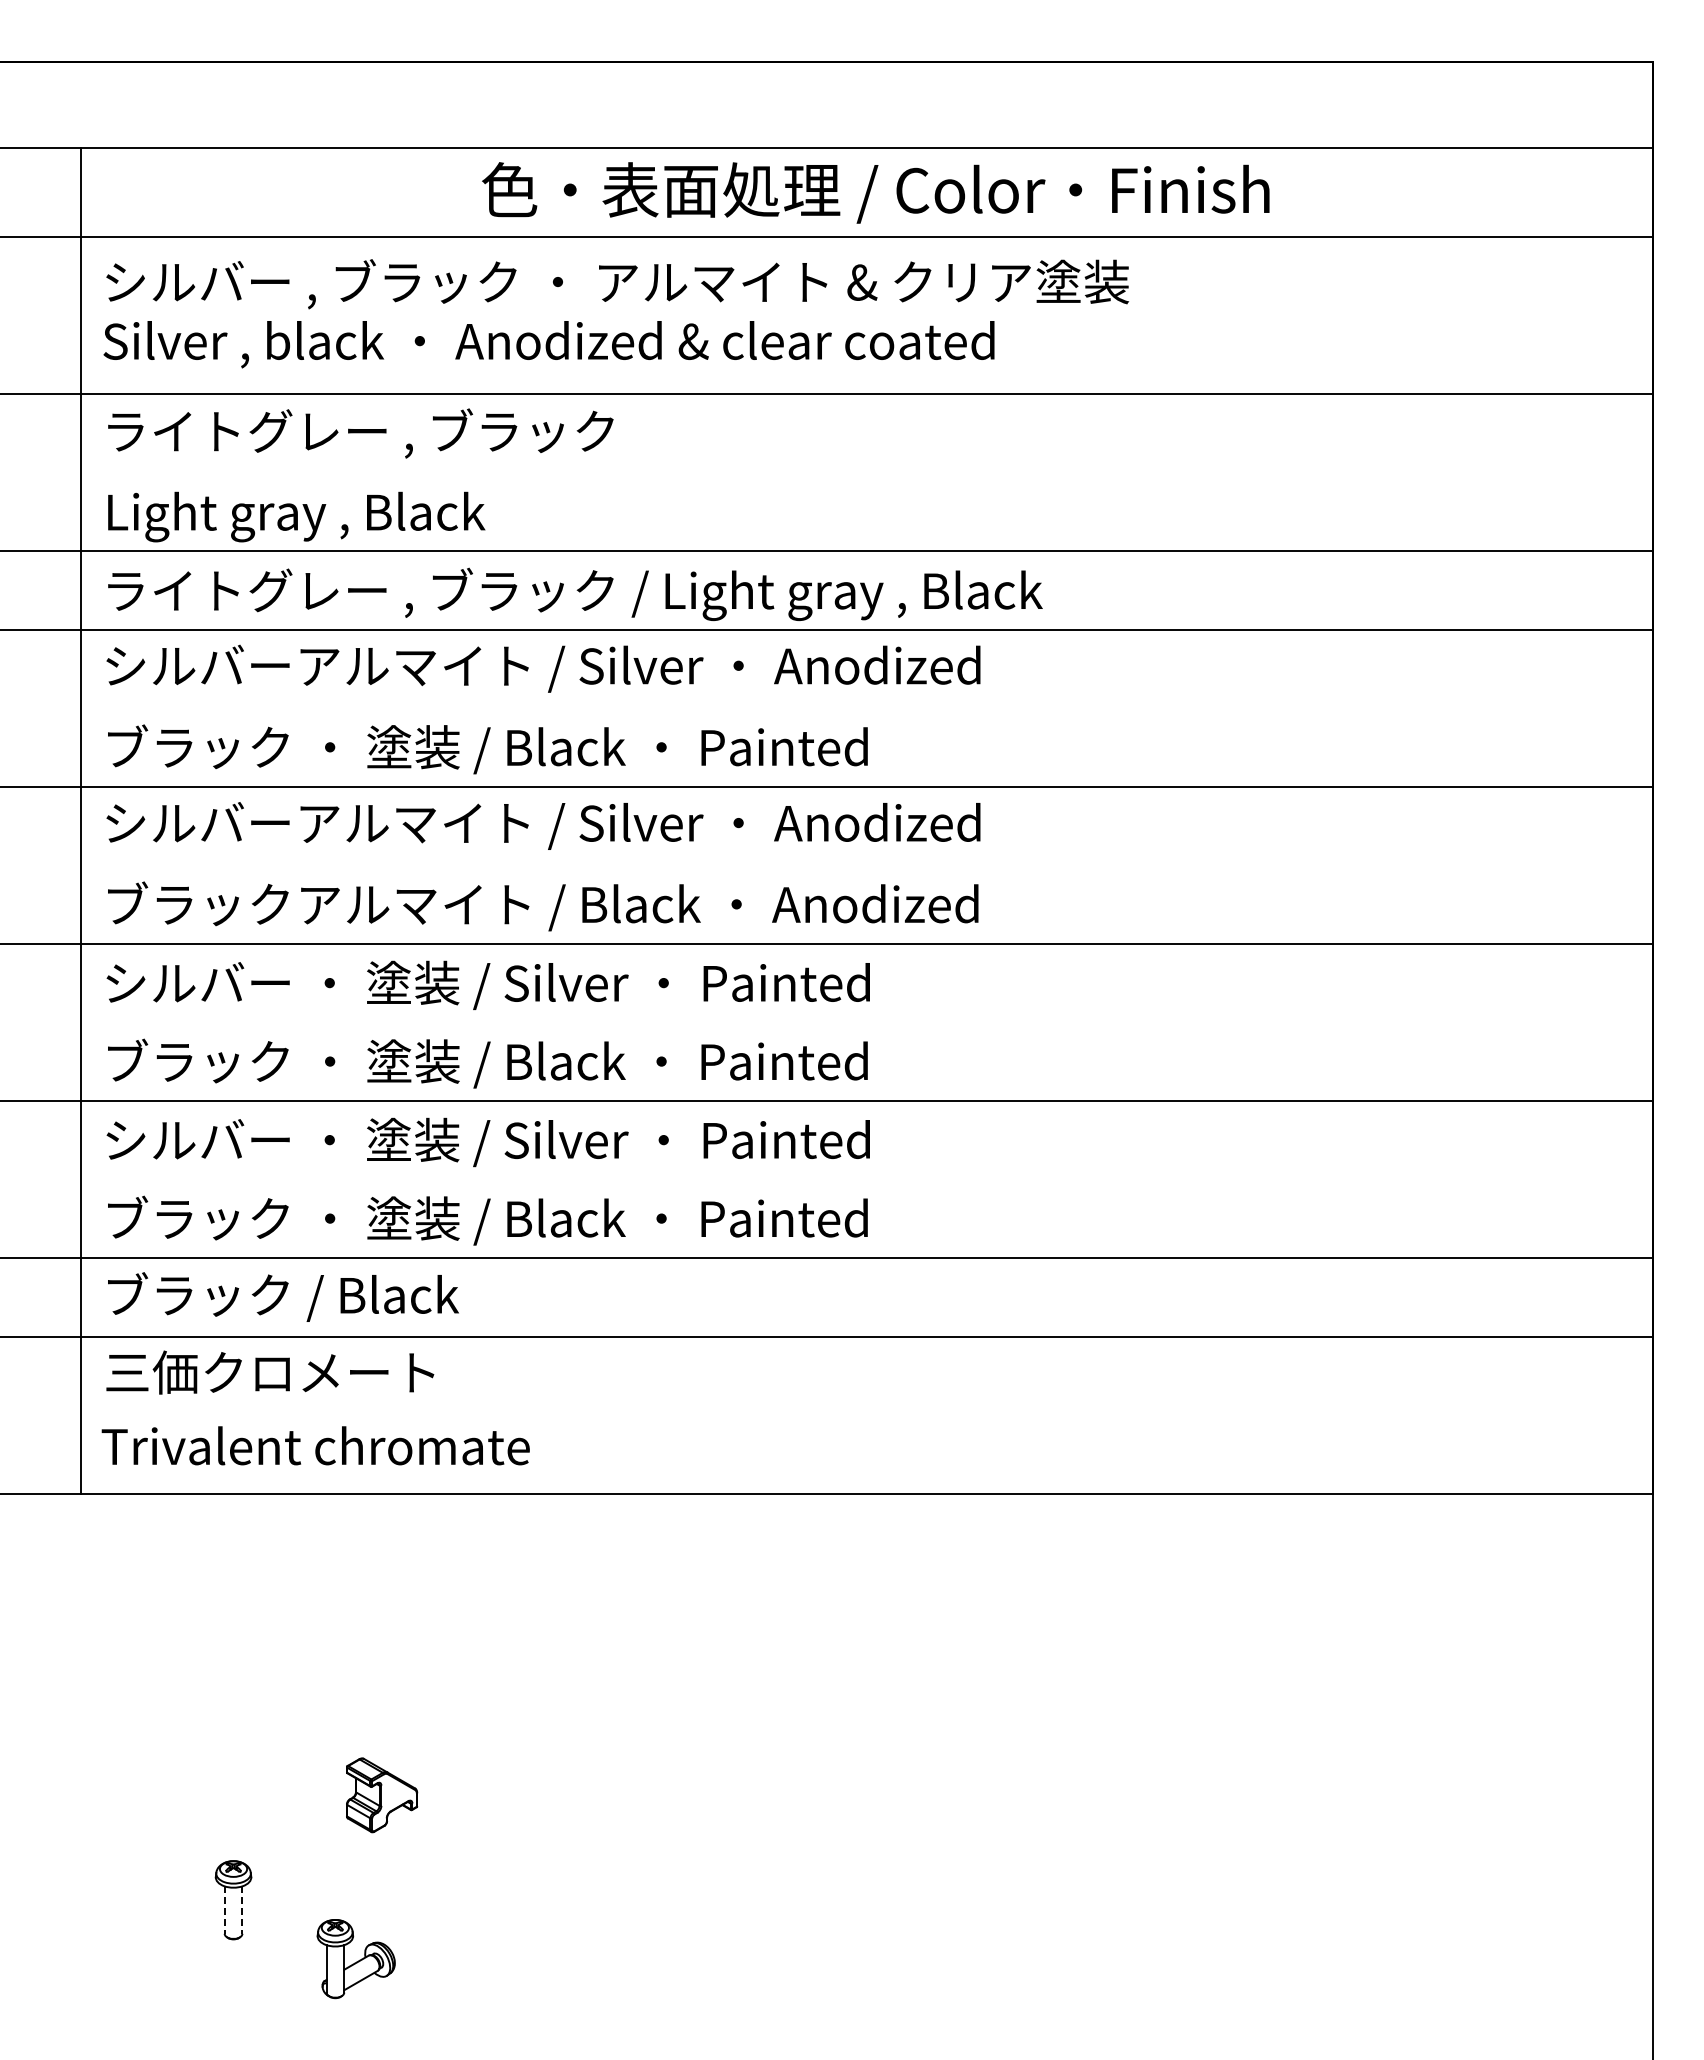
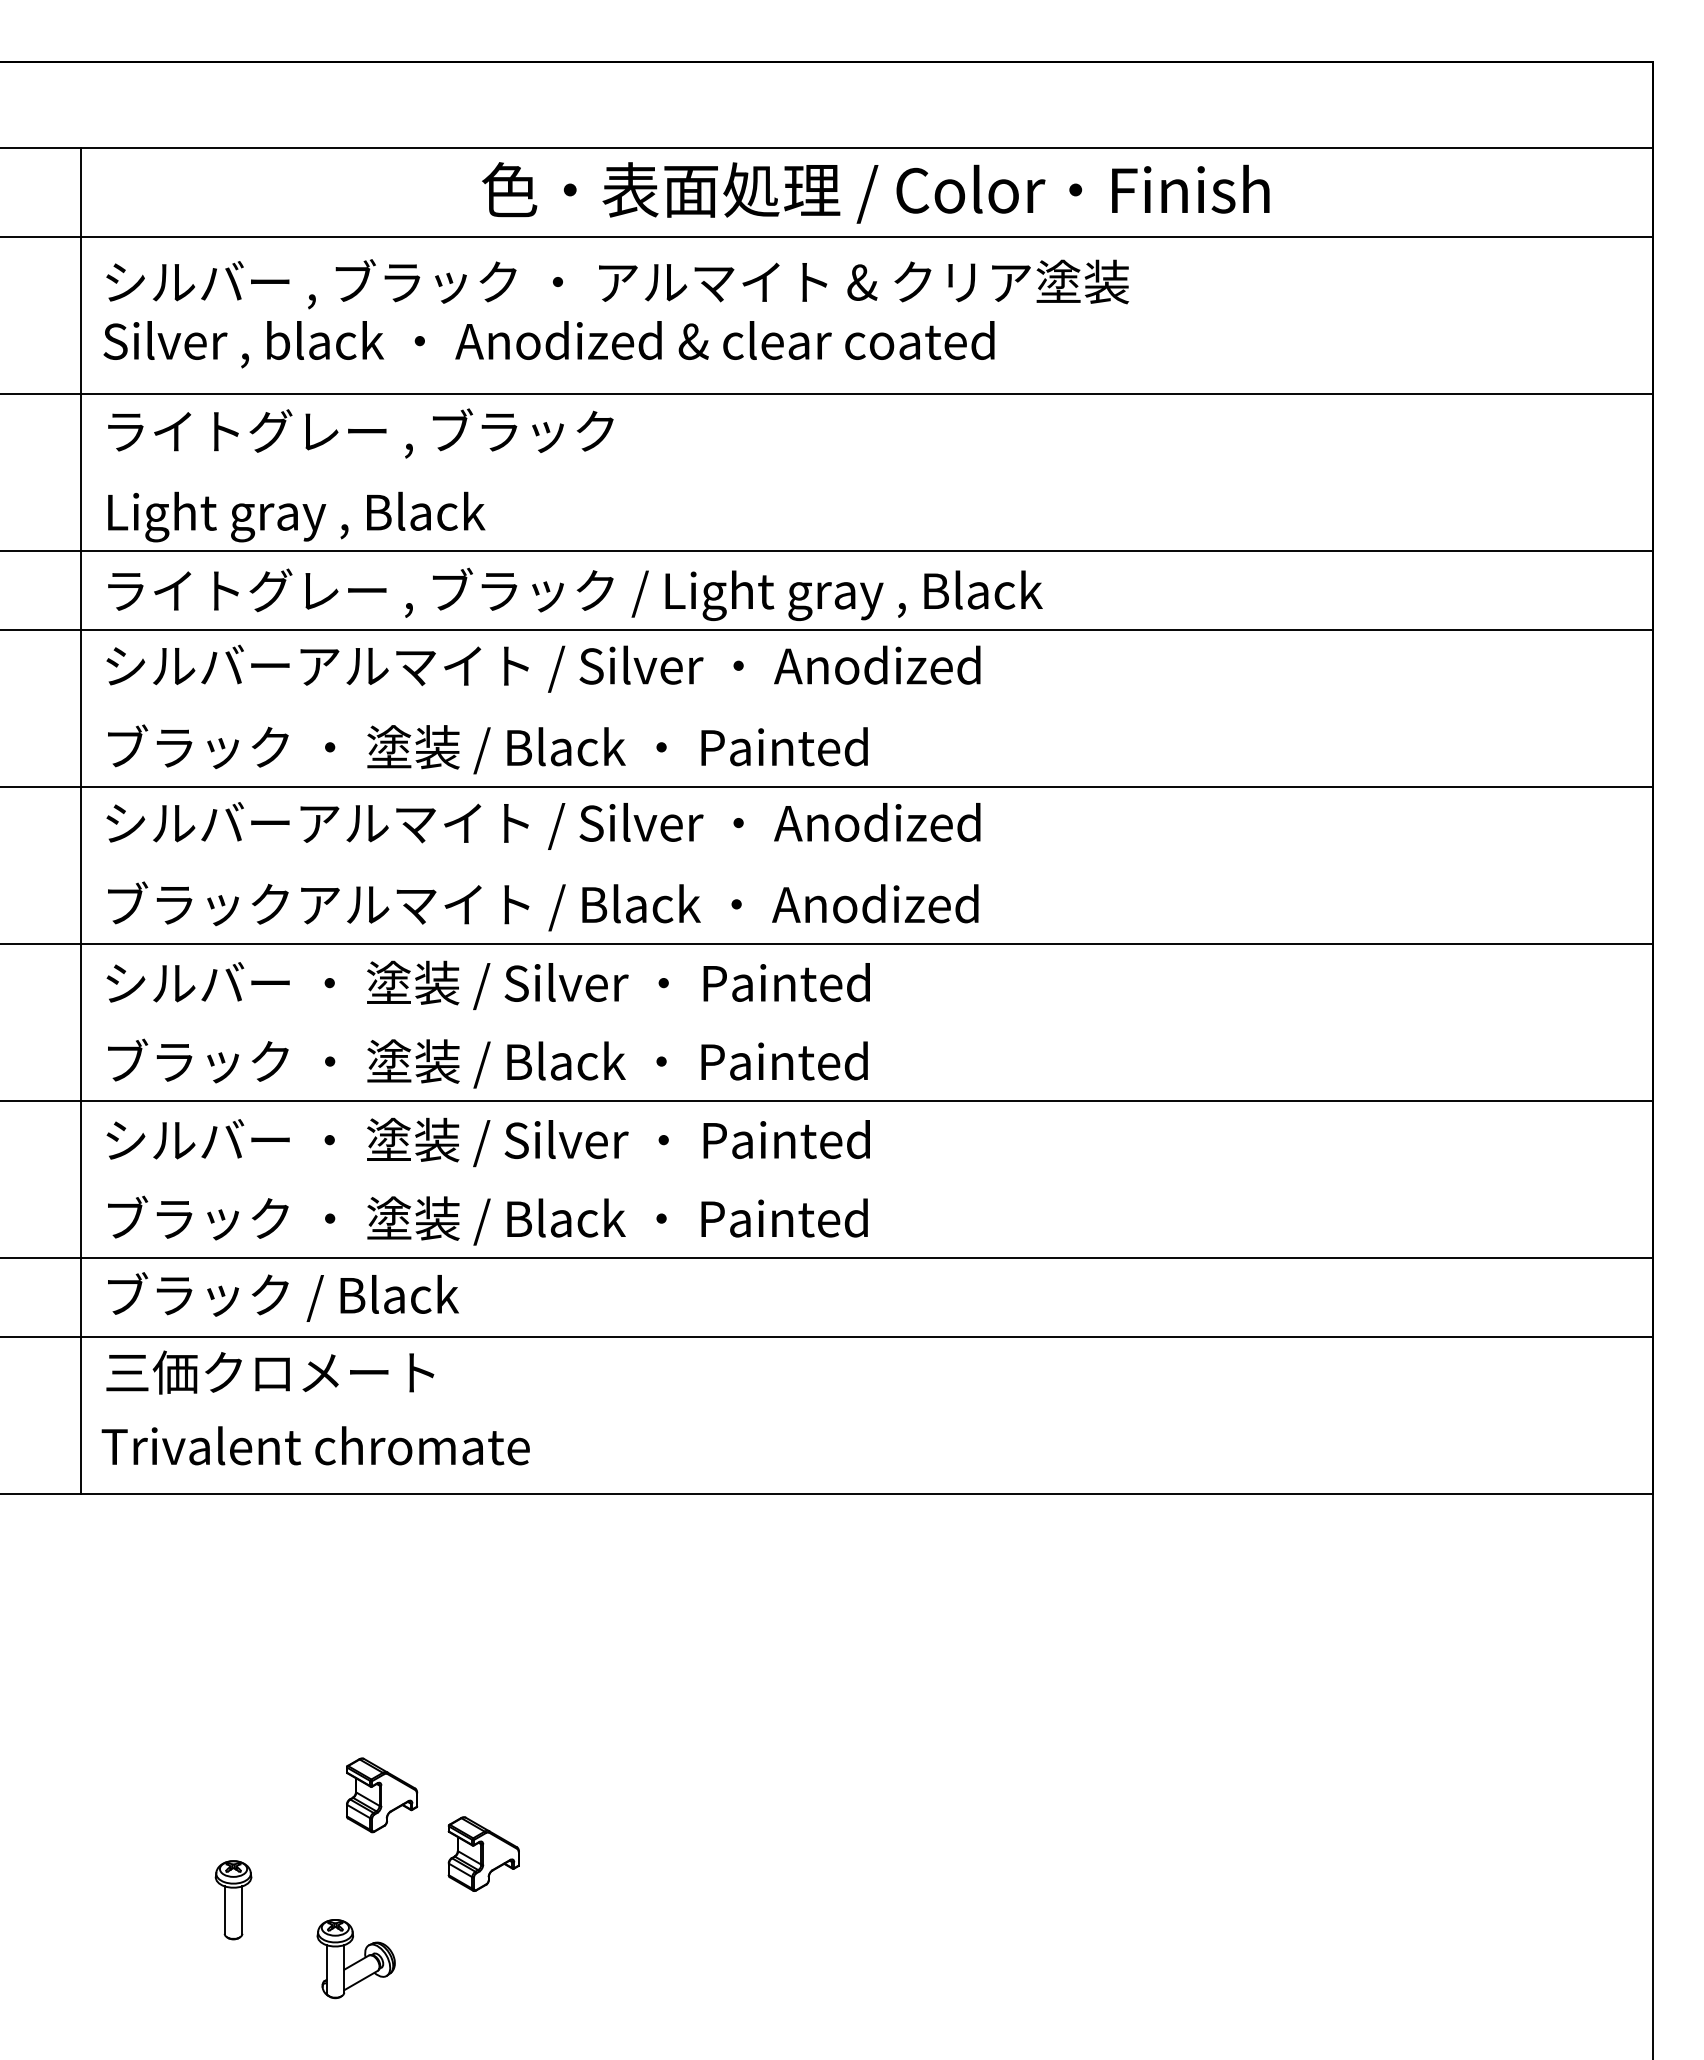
part at (483, 1853): none -> present
line at (224, 1910): dashed -> solid
line at (242, 1910): dashed -> solid
